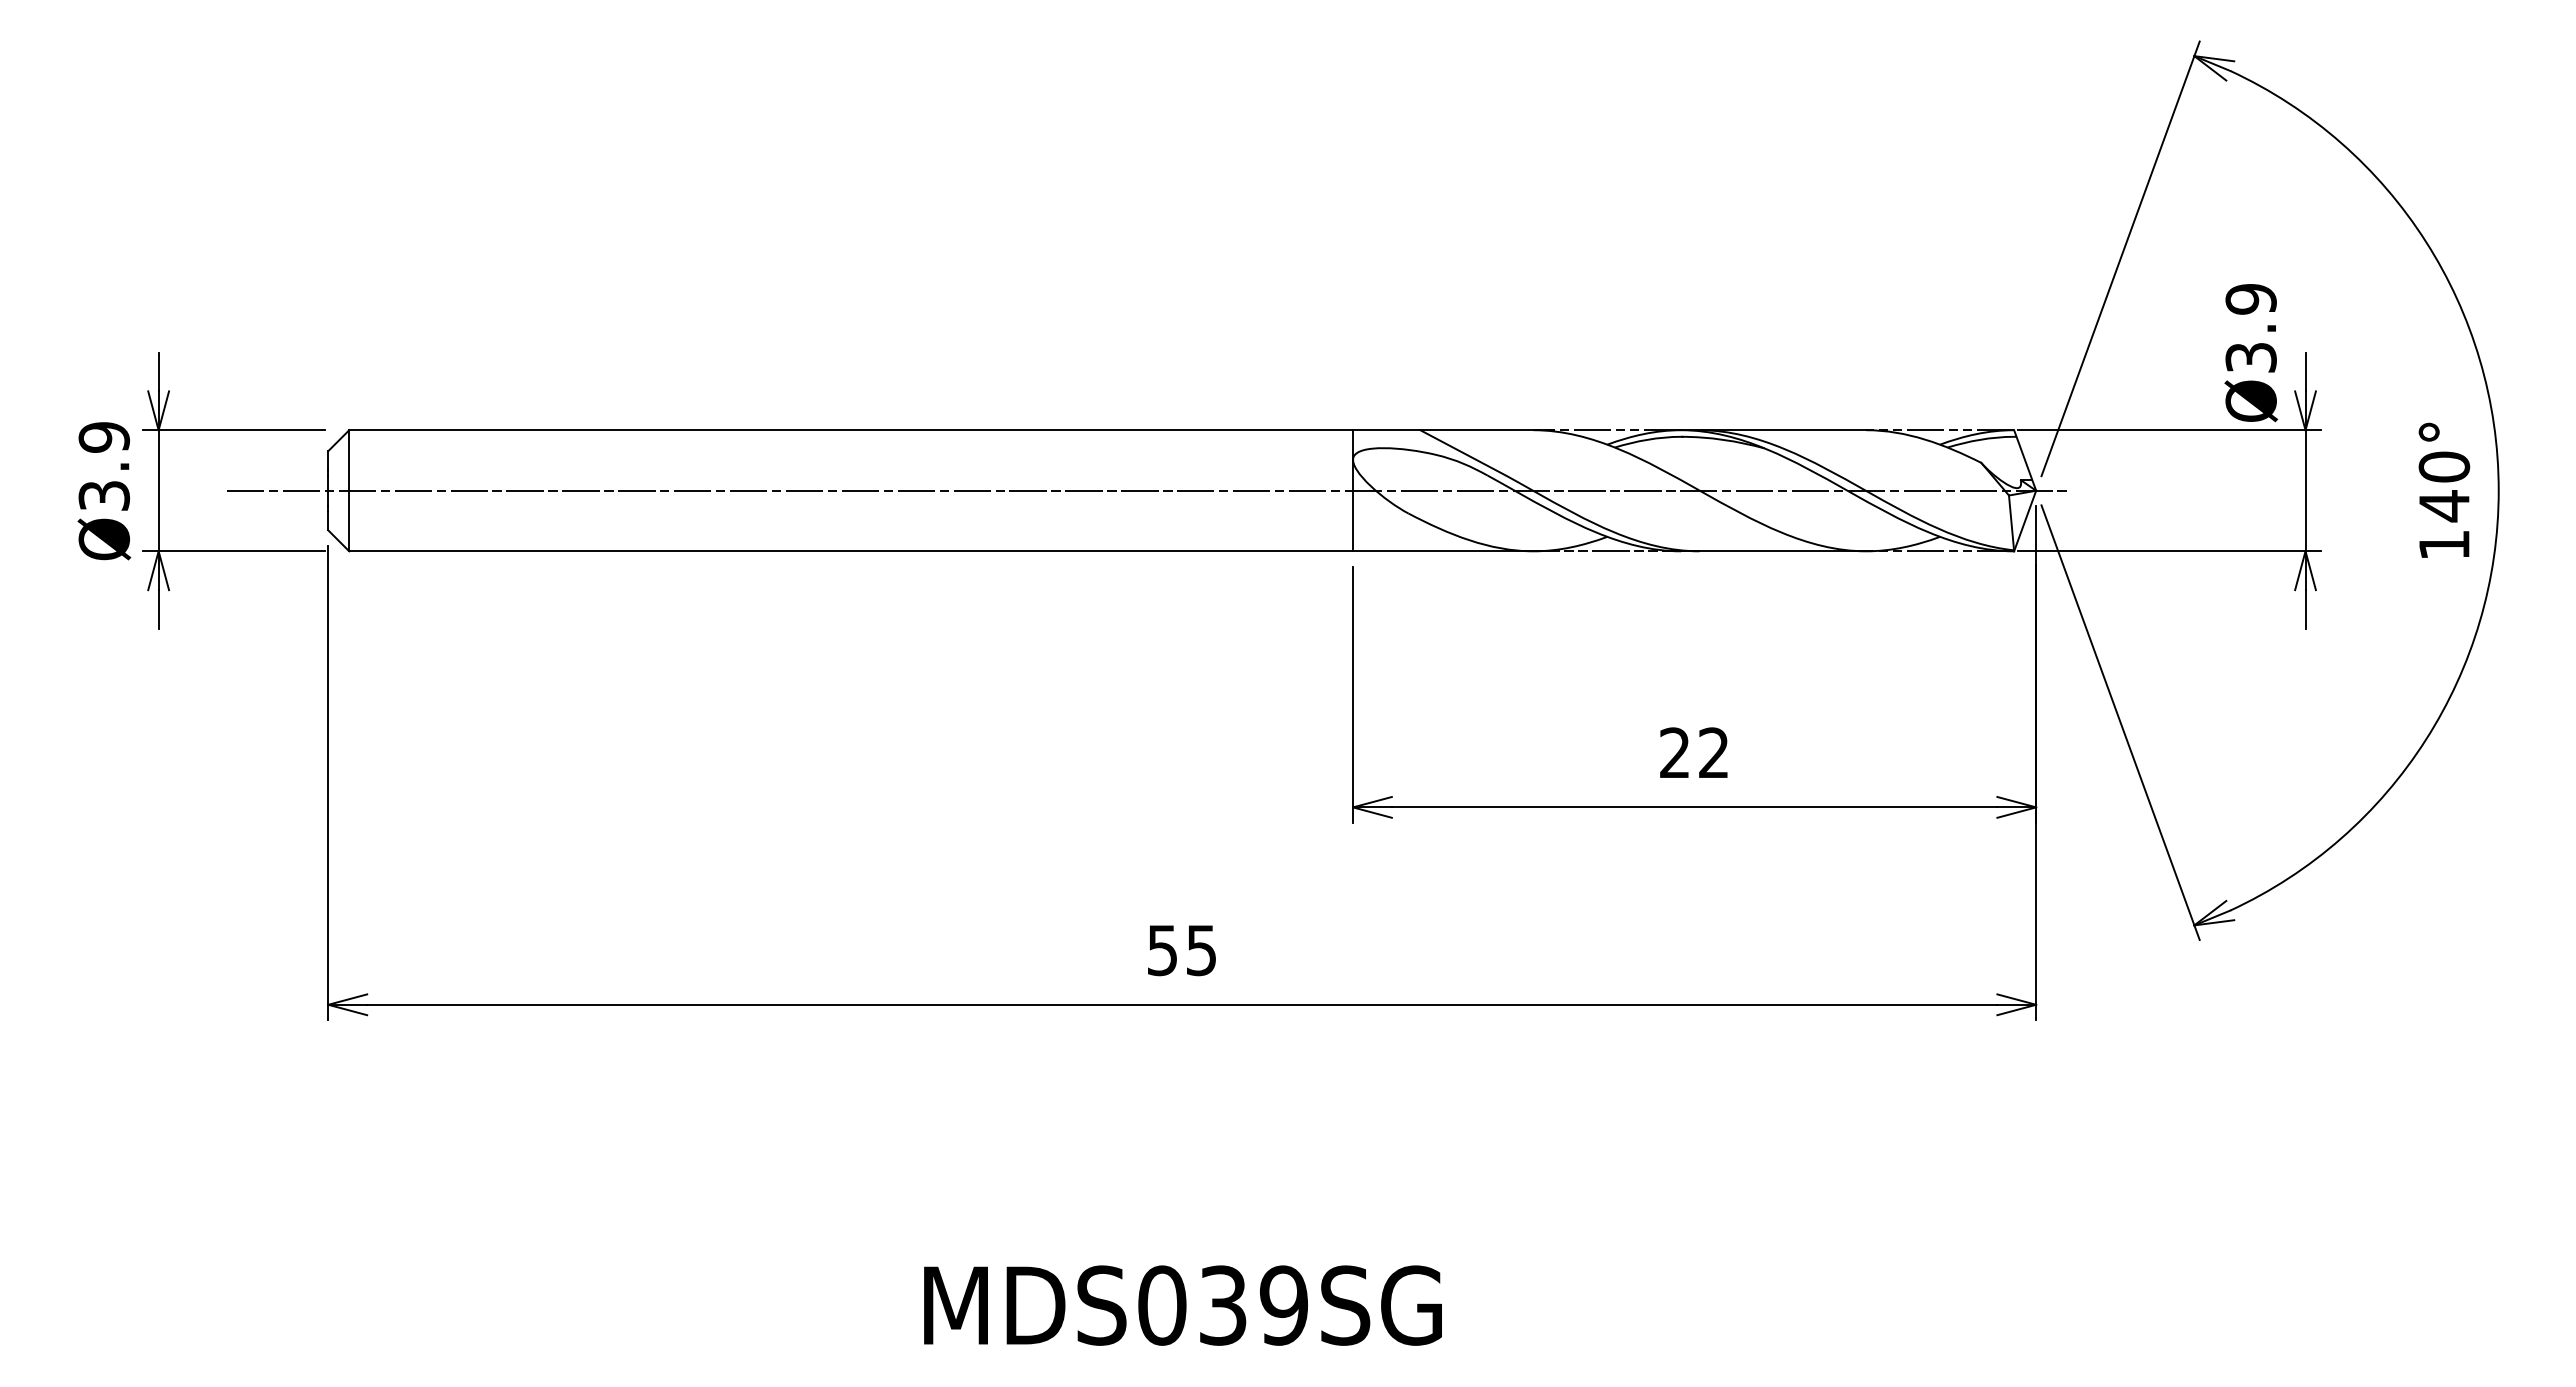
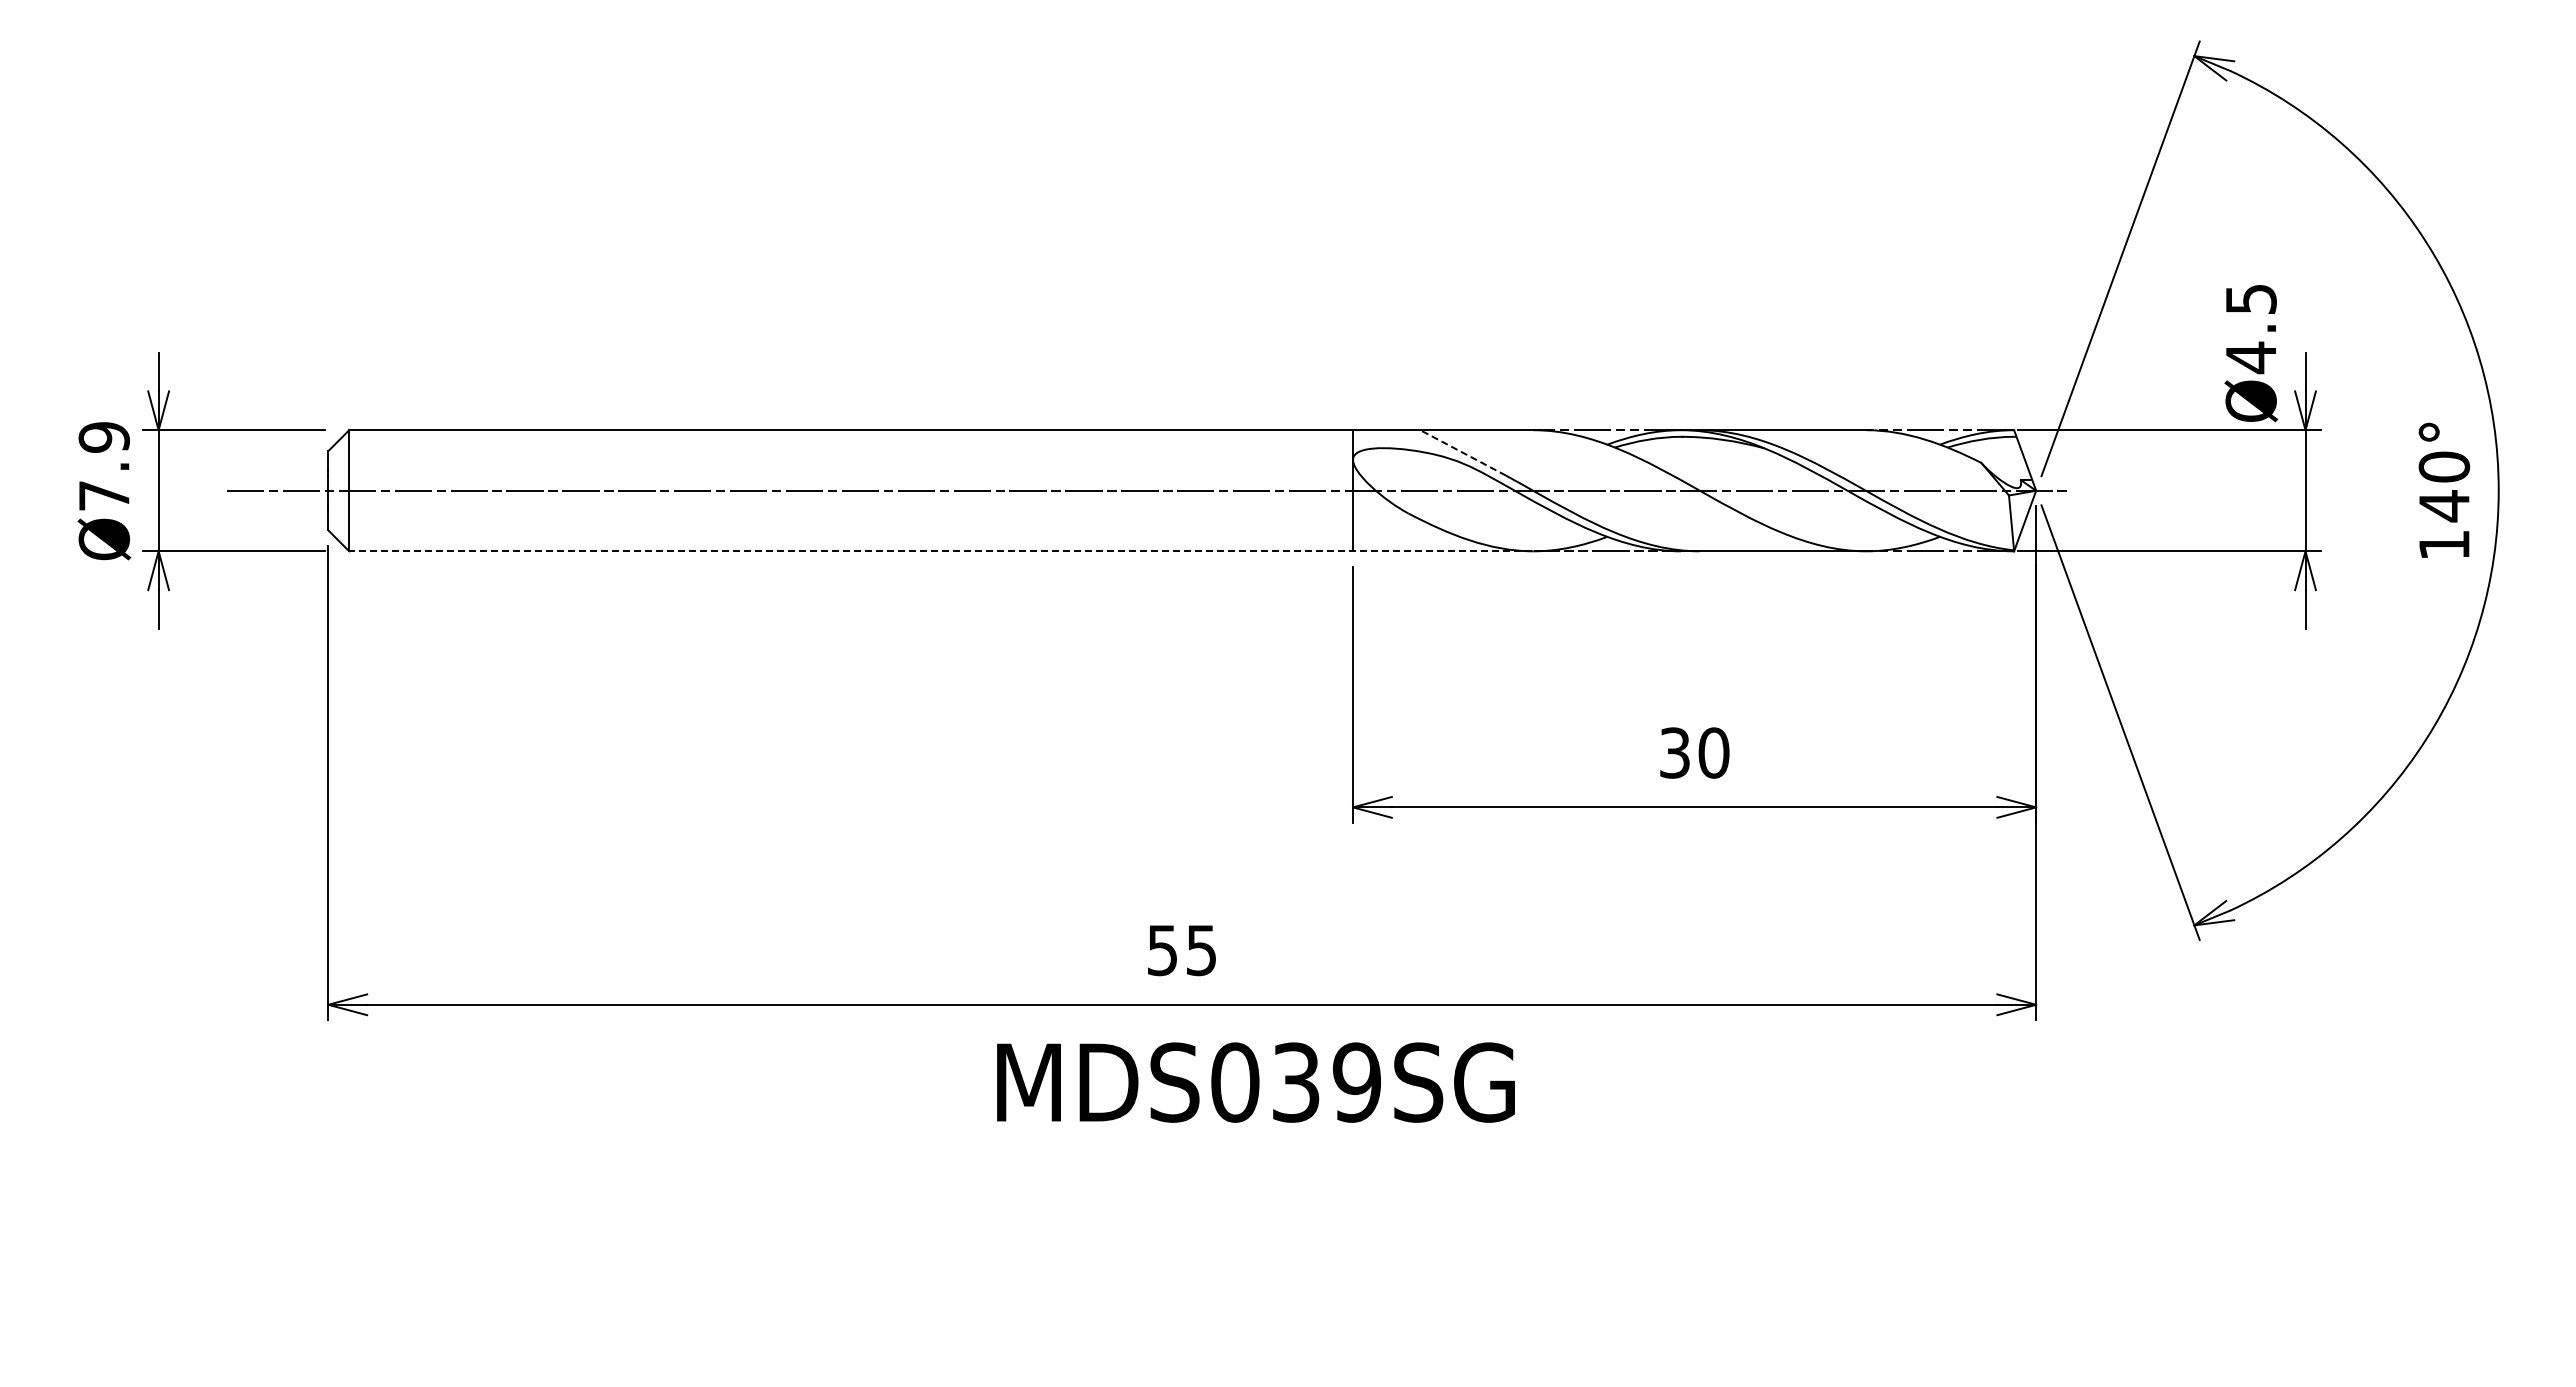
text at (2250, 329): Ø3.9 -> Ø4.5
line at (1462, 452): solid -> dashed
text at (104, 495): Ø3.9 -> Ø7.9
line at (946, 551): solid -> dashed
text at (1694, 752): 22 -> 30
text at (1182, 1305) position: (1182, 1305) -> (1255, 1082)
